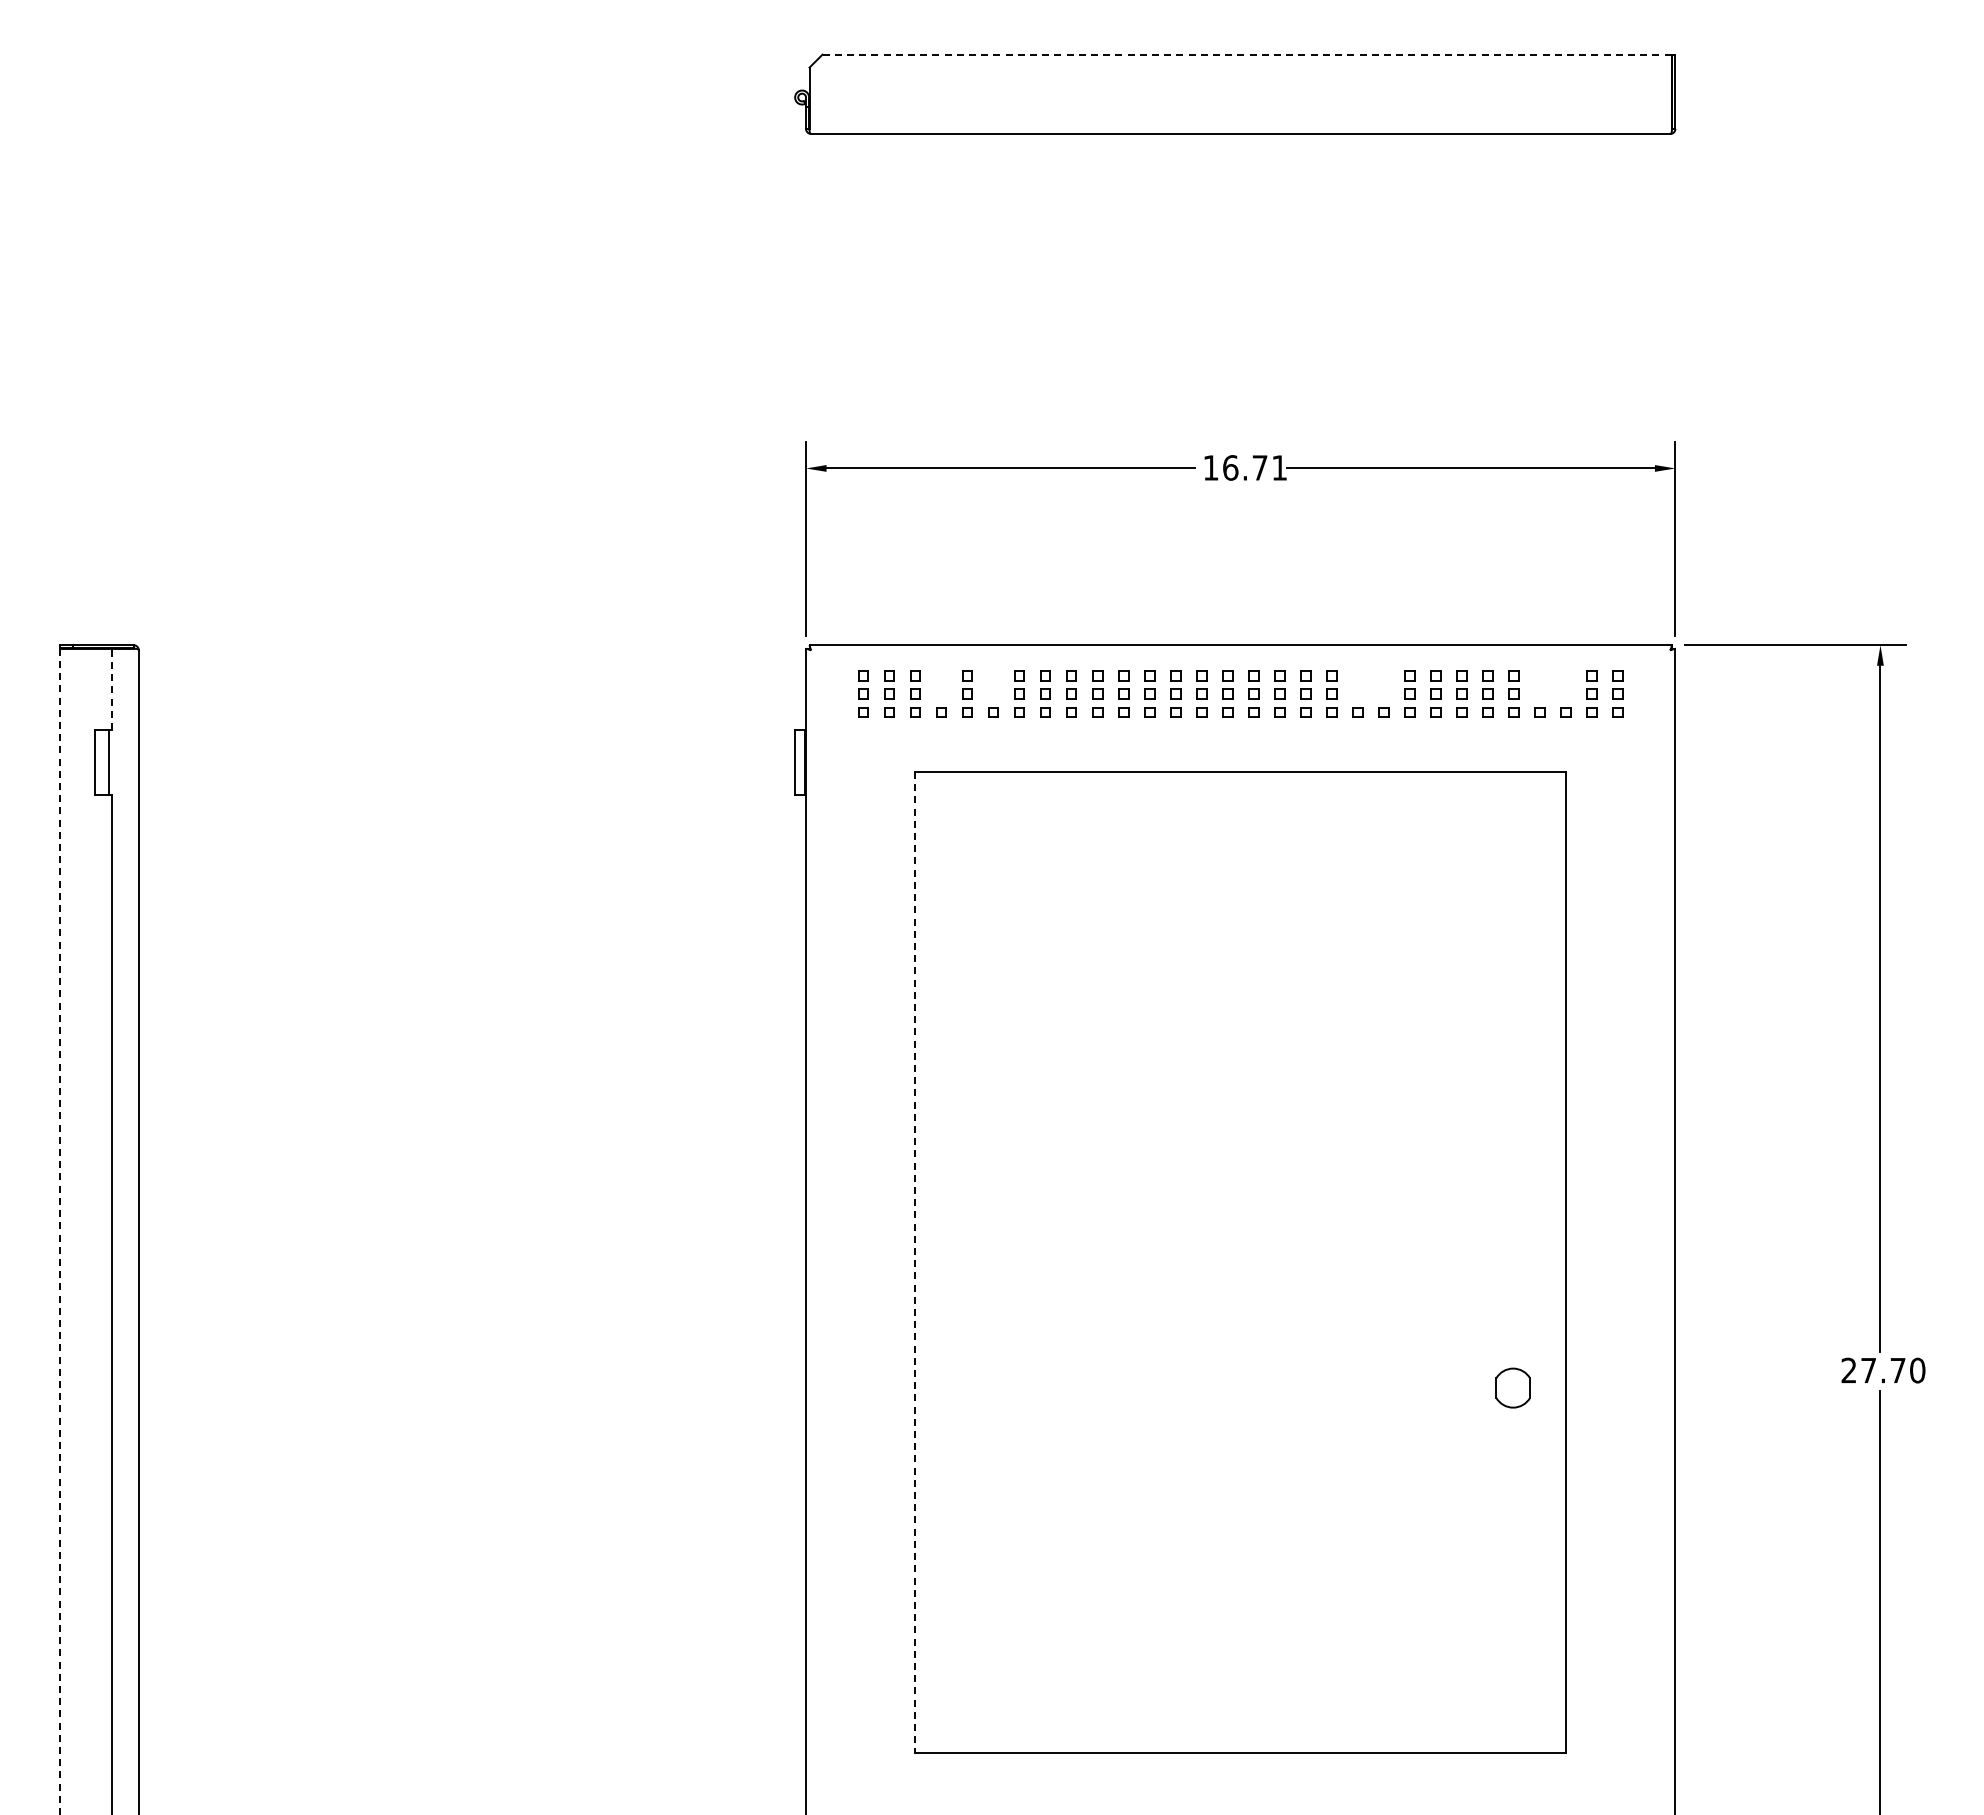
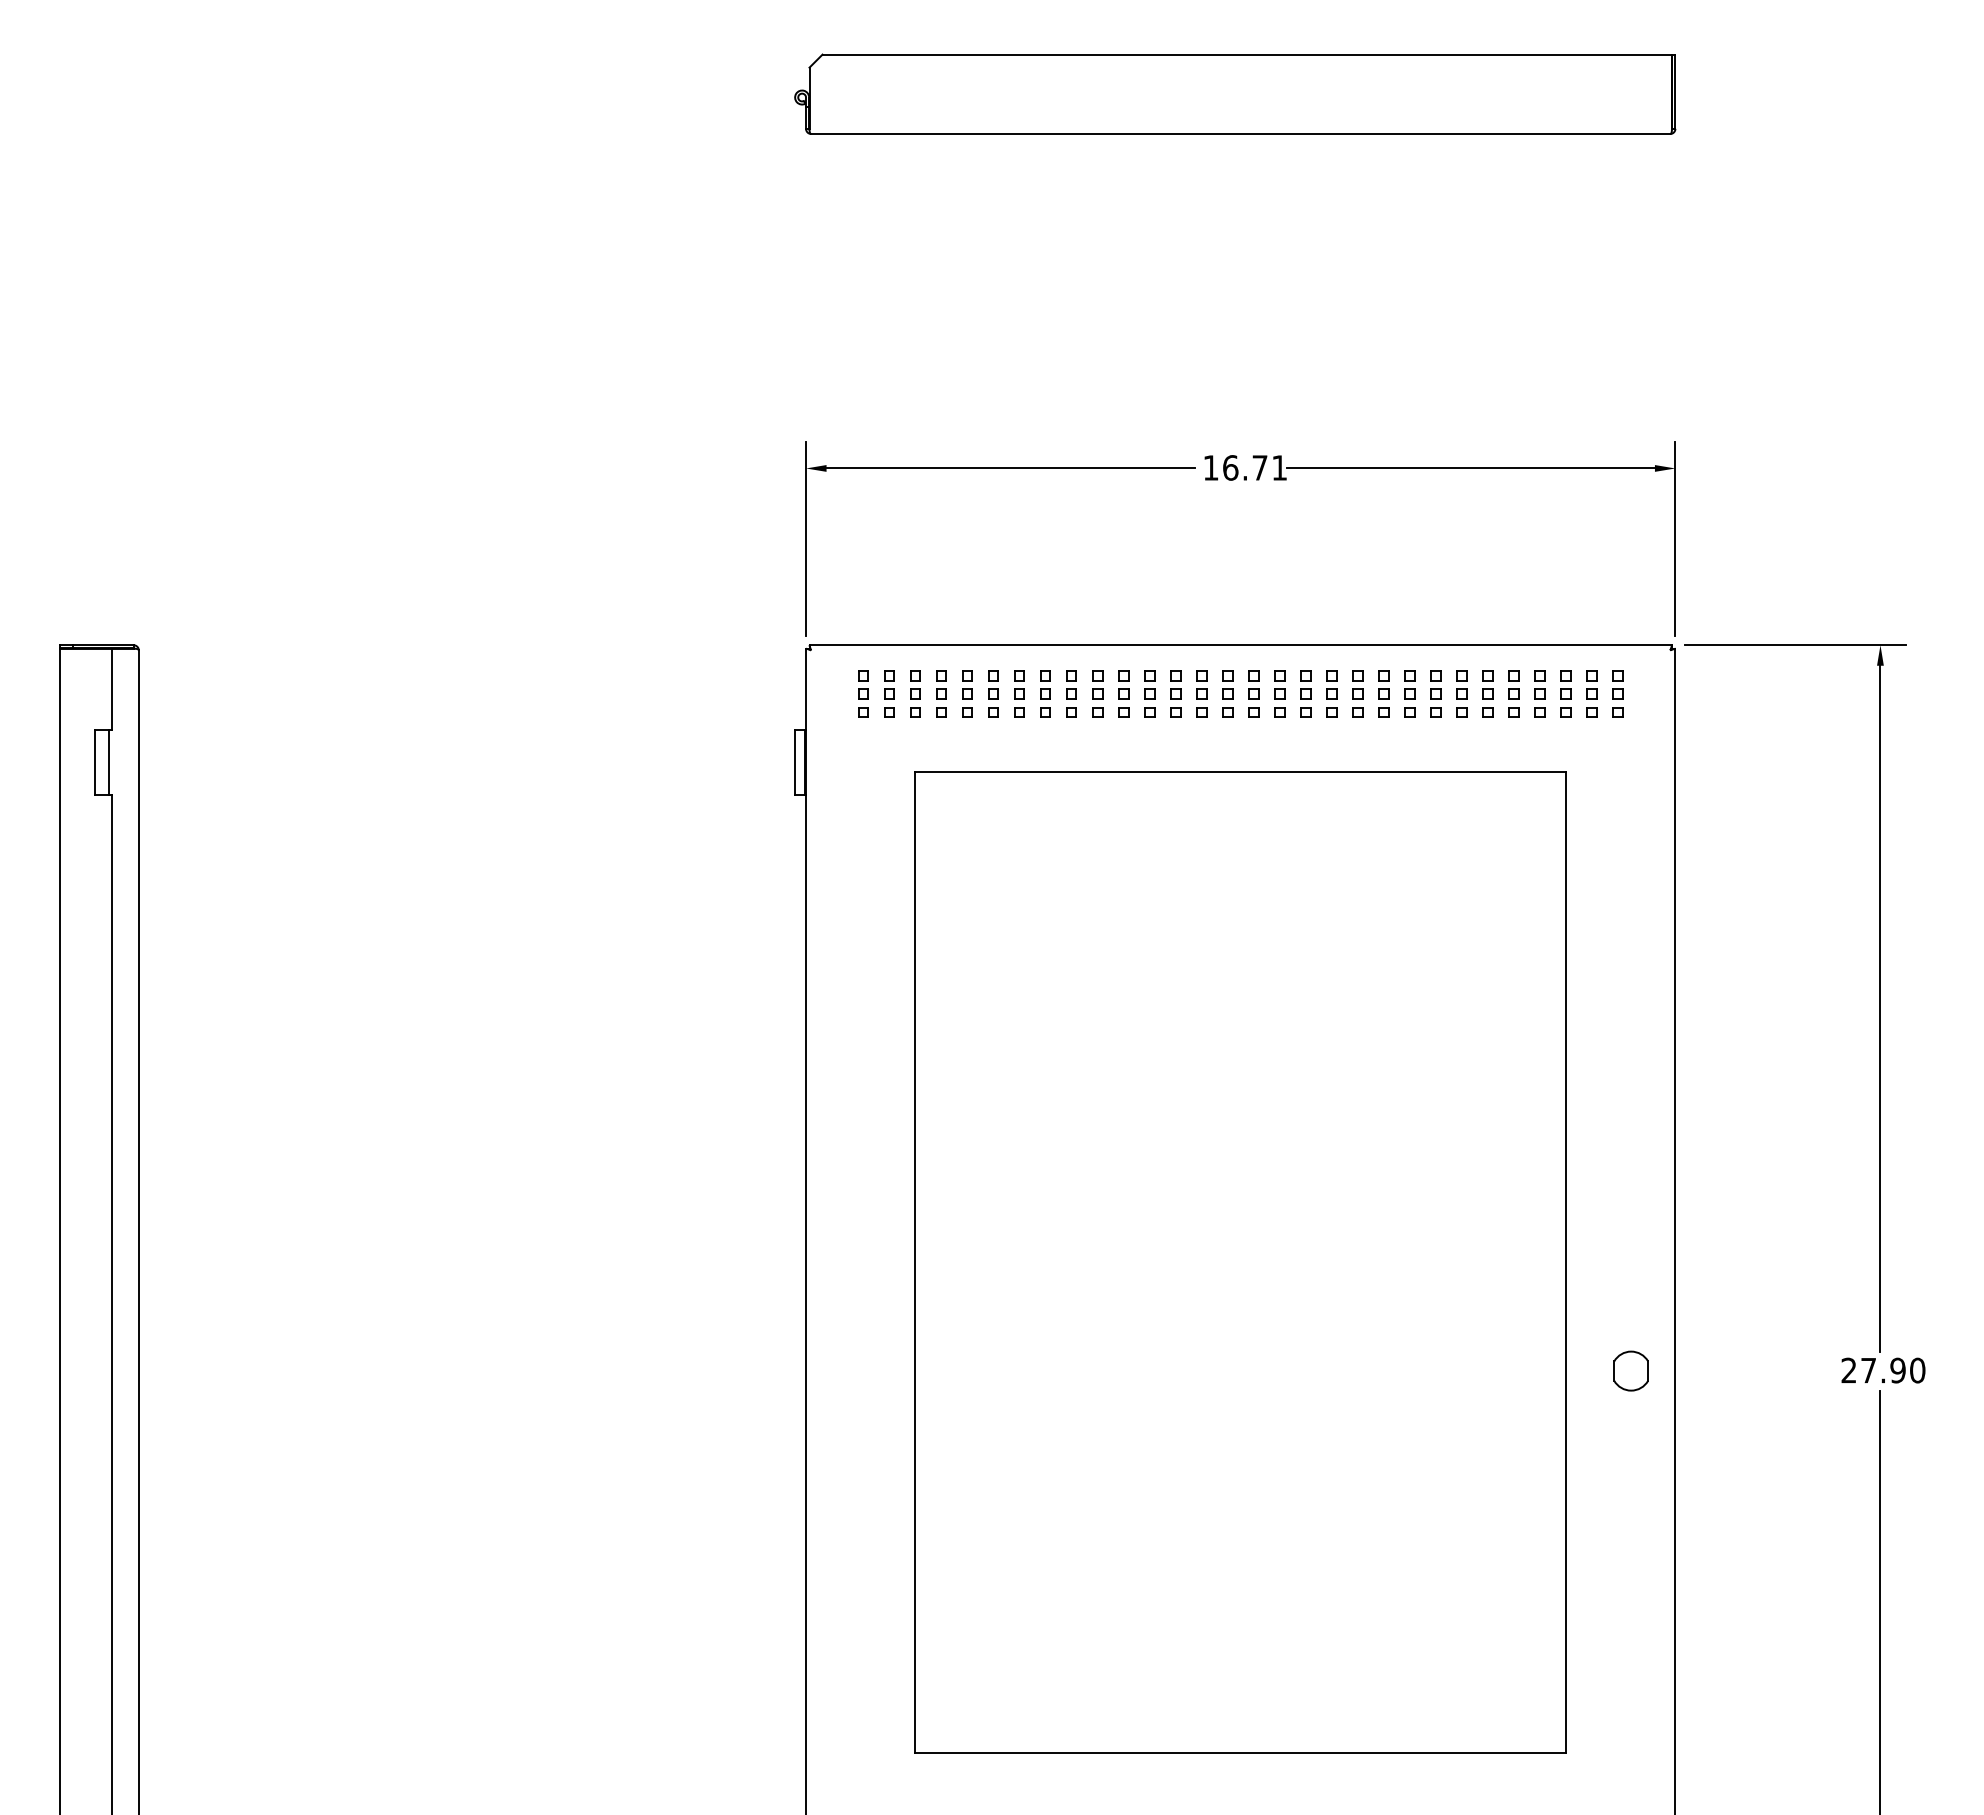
line at (1247, 54): dashed -> solid
part at (941, 684): none -> present
part at (993, 684): none -> present
part at (1357, 684): none -> present
part at (1383, 684): none -> present
part at (1539, 684): none -> present
part at (1565, 684): none -> present
line at (111, 689): dashed -> solid
line at (59, 1231): dashed -> solid
line at (915, 1263): dashed -> solid
text at (1897, 1370): 27.70 -> 27.90
part at (1512, 1387) position: (1512, 1387) -> (1630, 1370)
